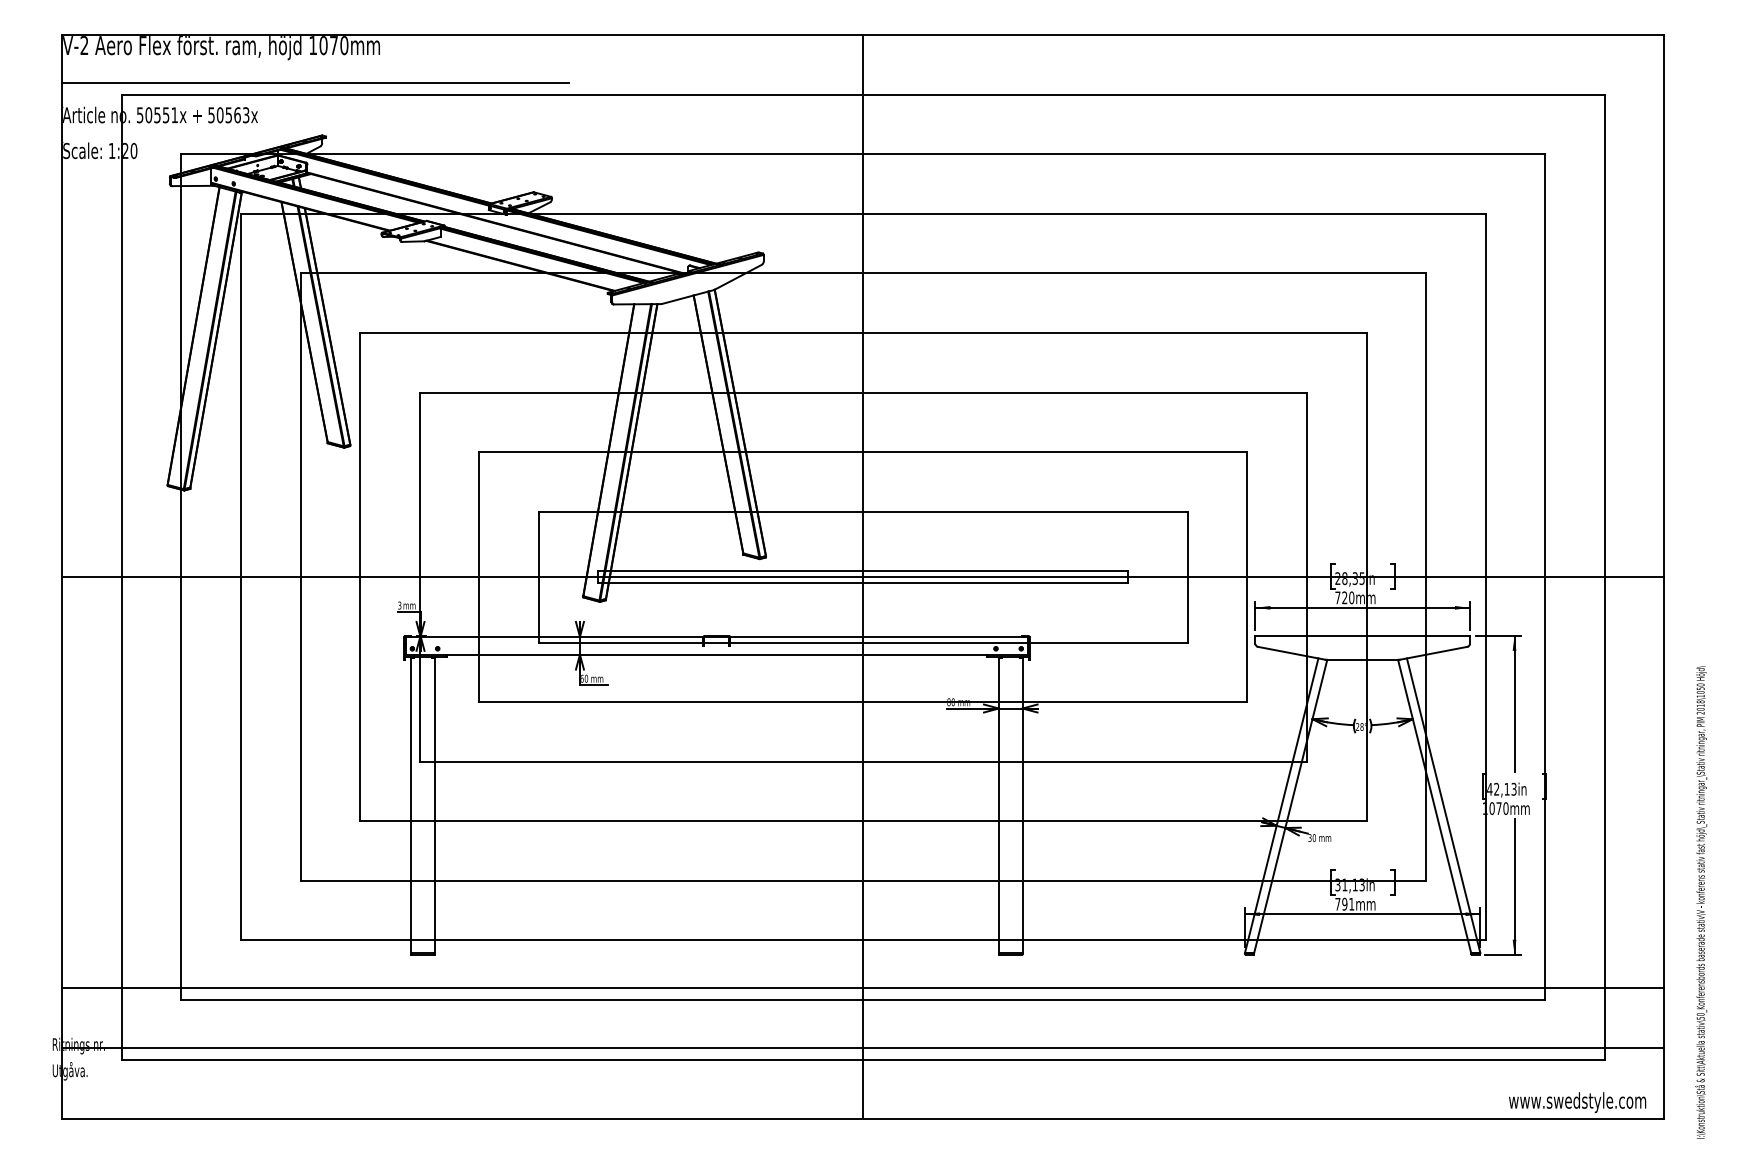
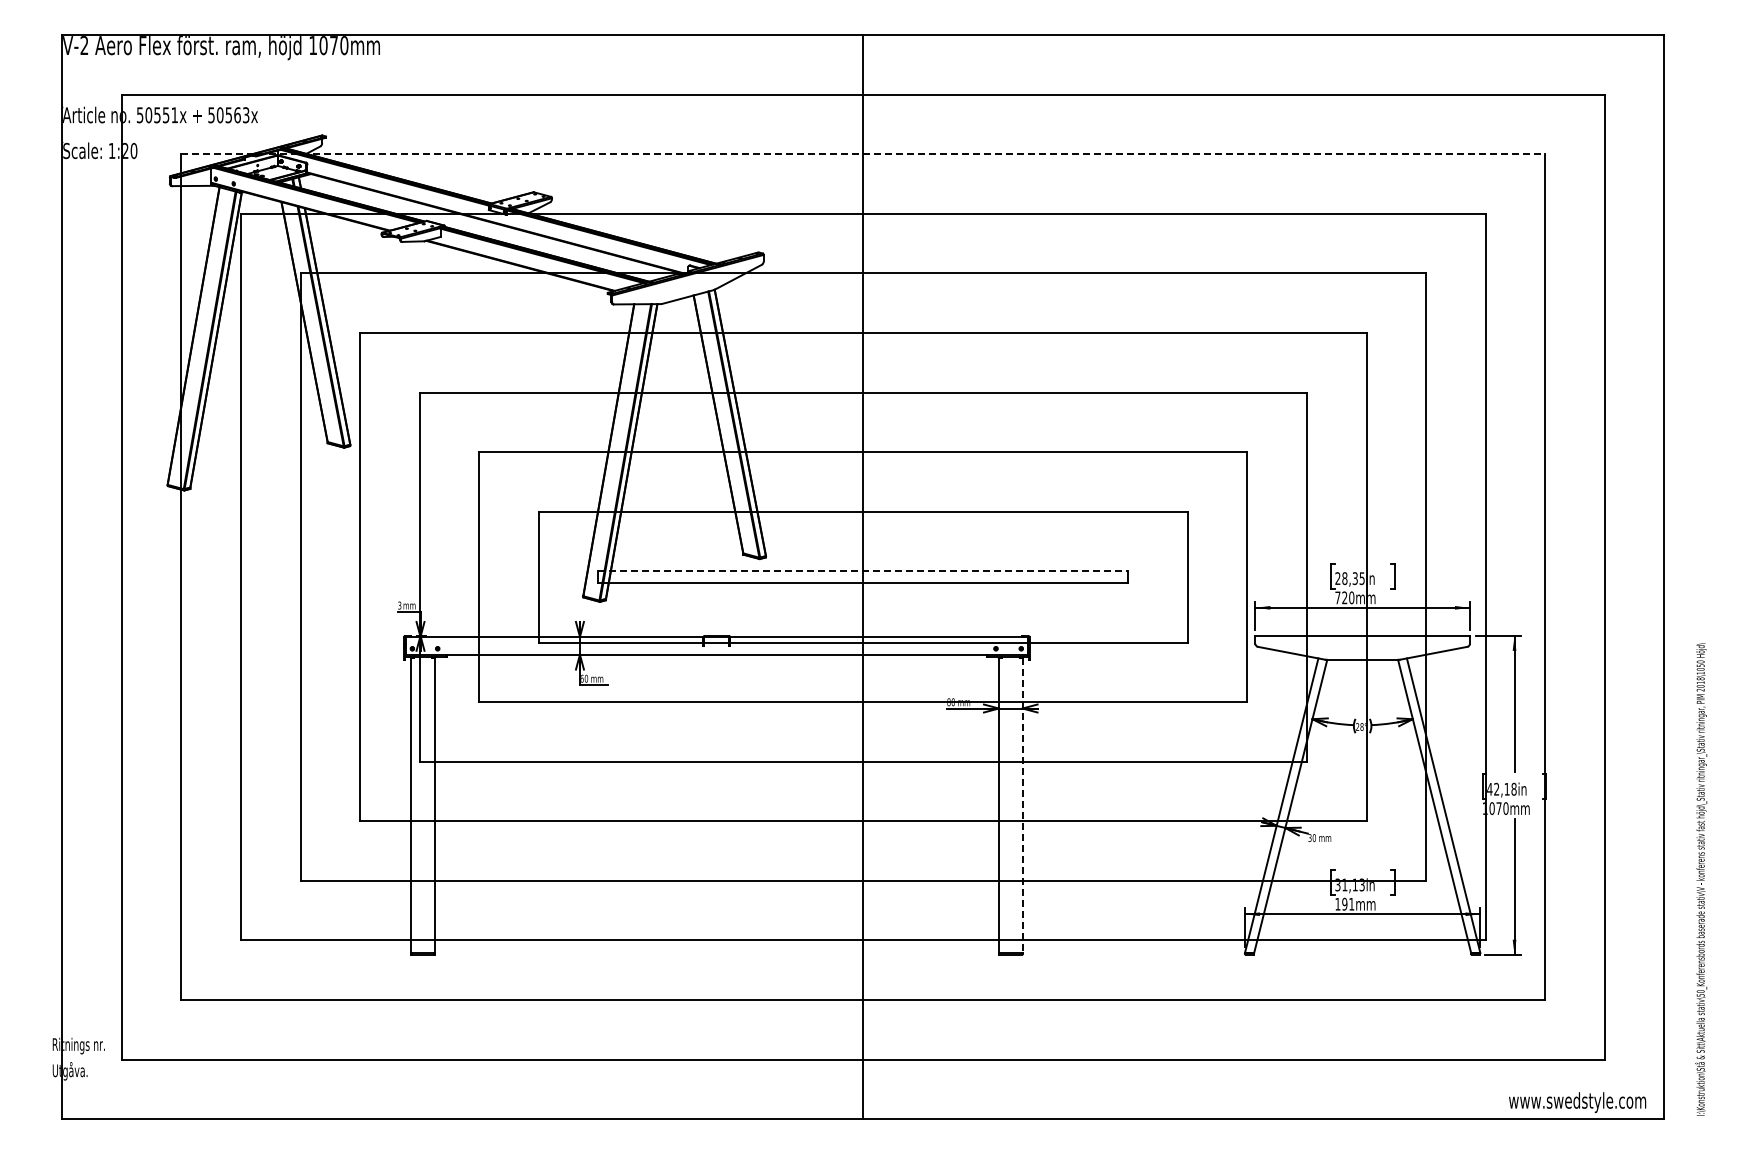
line at (315, 82): present -> none
line at (863, 154): solid -> dashed
line at (863, 571): solid -> dashed
line at (863, 577): present -> none
text at (1513, 789): 42,13in -> 42,18in
line at (1022, 805): solid -> dashed
text at (1701, 902) position: (1701, 902) -> (1701, 879)
text at (1337, 904): 791mm -> 191mm
line at (863, 988): present -> none
line at (863, 1047): present -> none
